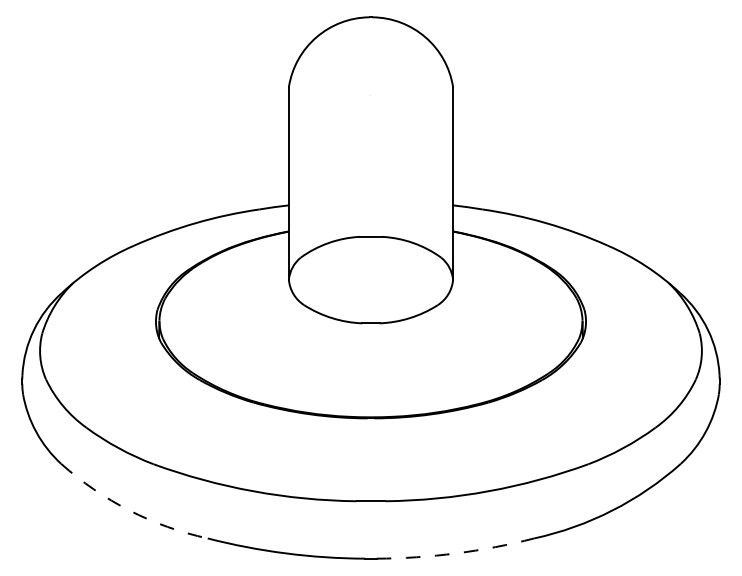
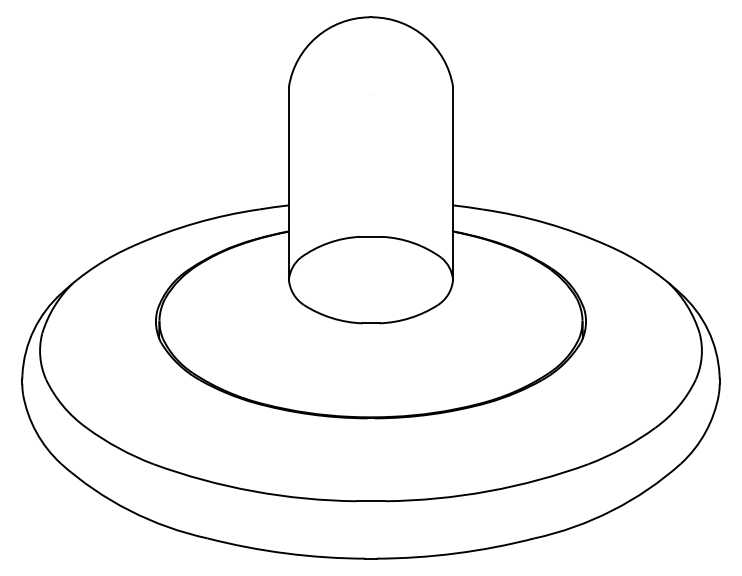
arc at (129, 510): dashed -> solid
arc at (456, 553): dashed -> solid
